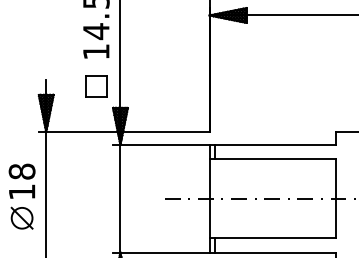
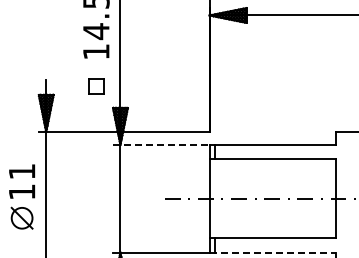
part at (96, 86) size: 23x23 px -> 17x17 px
line at (161, 144): solid -> dashed
text at (21, 171): 18 -> 11
line at (273, 252): solid -> dashed
